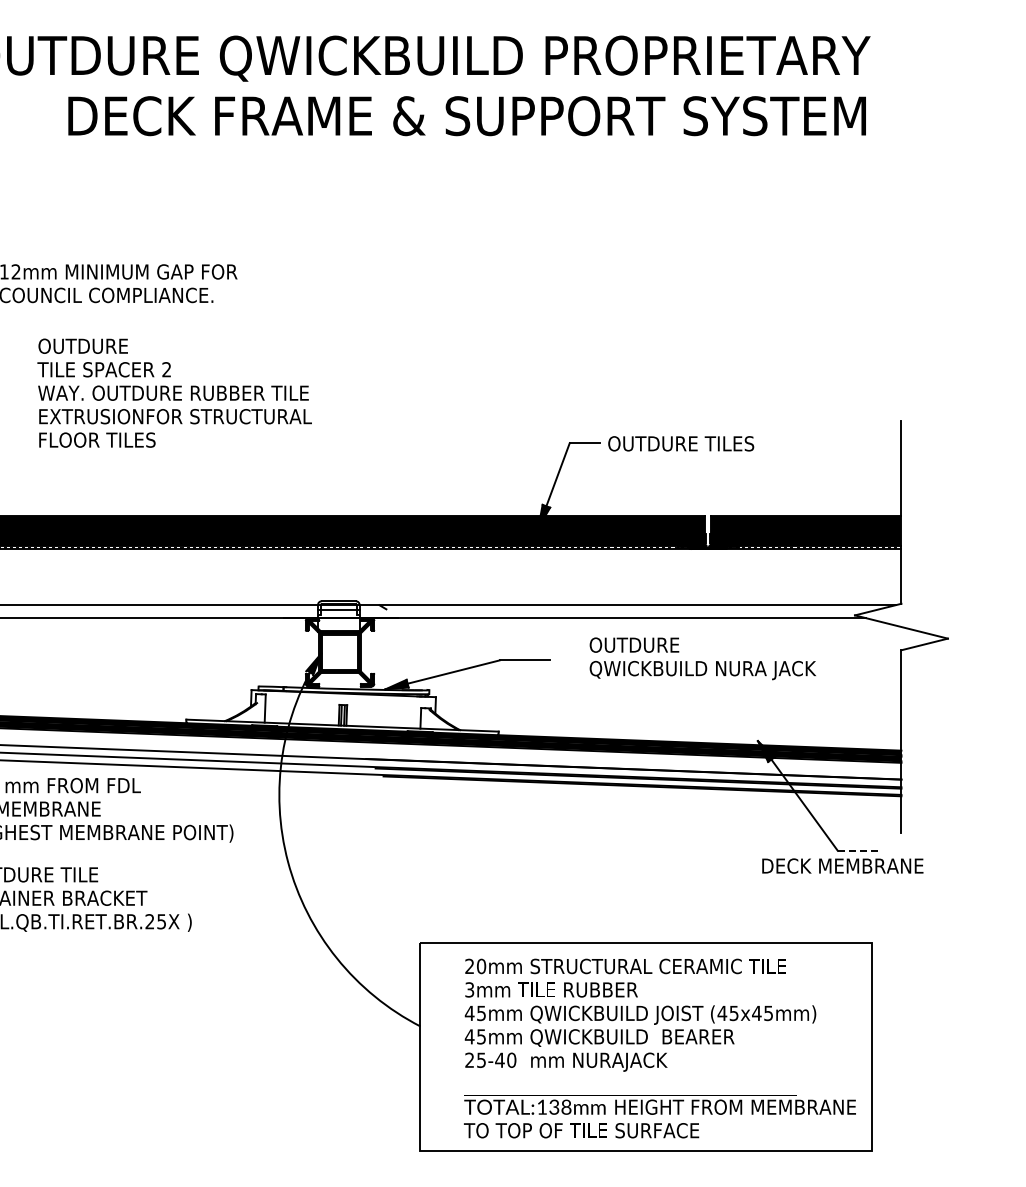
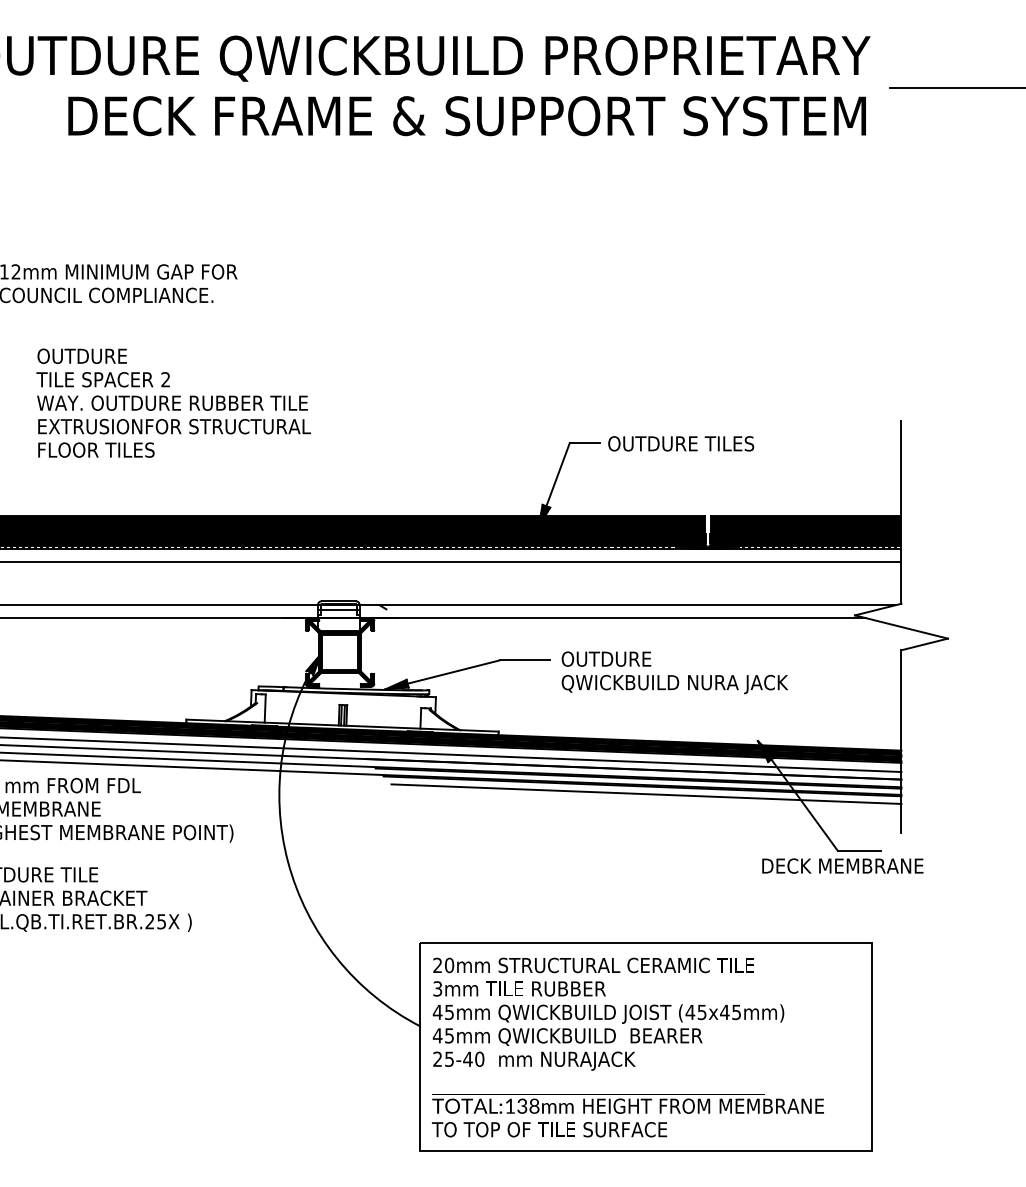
line at (955, 87): none -> present
text at (174, 392) position: (174, 392) -> (173, 402)
line at (451, 562): none -> present
text at (702, 658) position: (702, 658) -> (674, 672)
line at (451, 754): none -> present
line at (646, 793): none -> present
line at (859, 850): dashed -> solid
text at (659, 1048) position: (659, 1048) -> (627, 1047)
